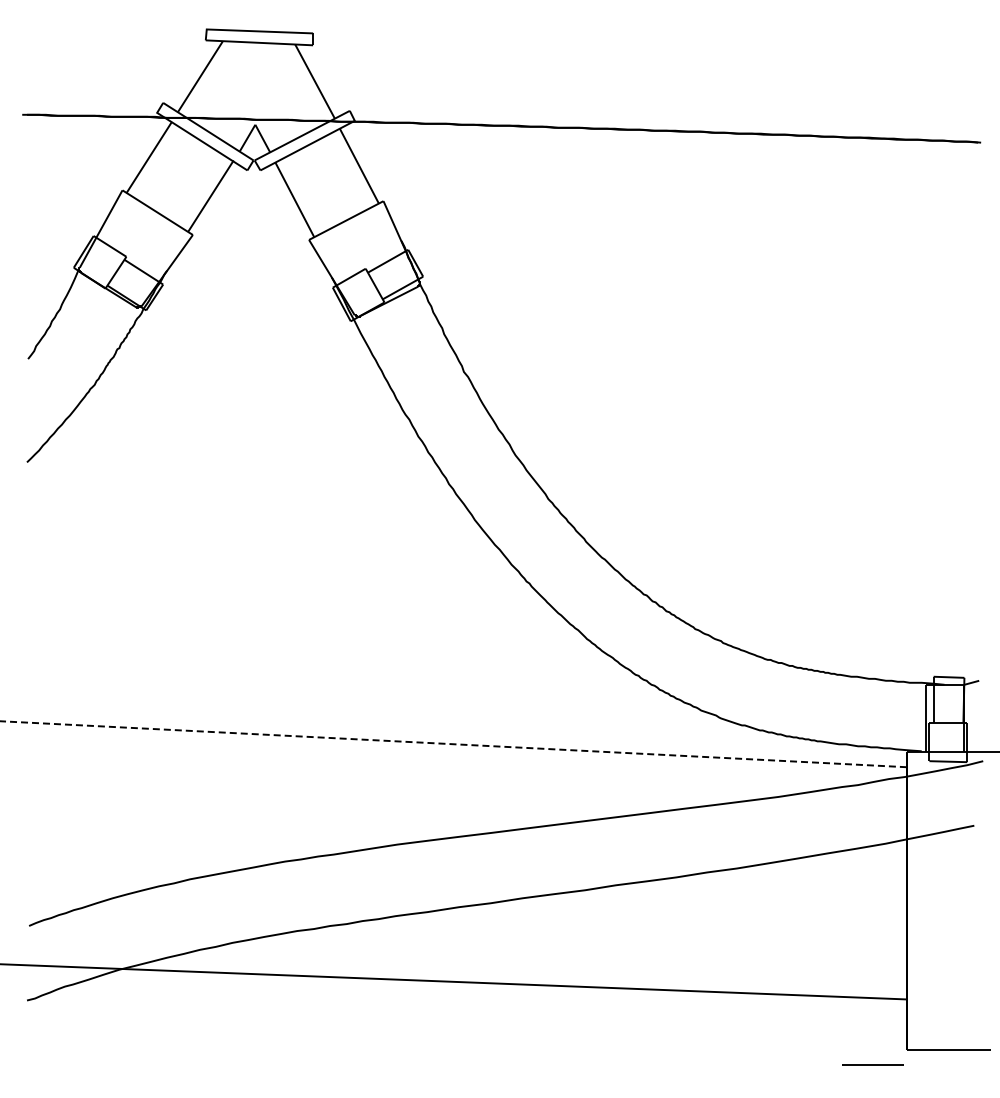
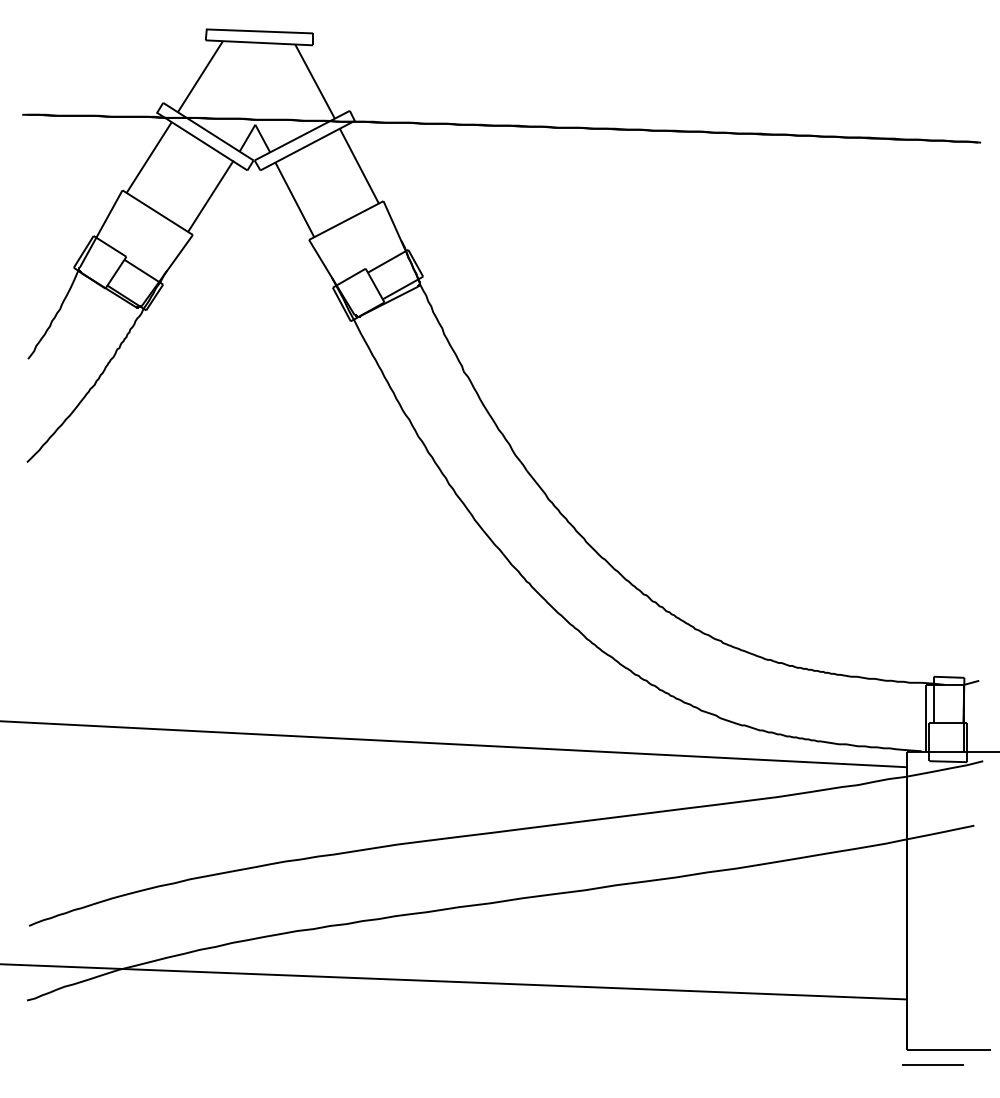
line at (454, 744): dashed -> solid
line at (872, 1064) position: (872, 1064) -> (932, 1064)
